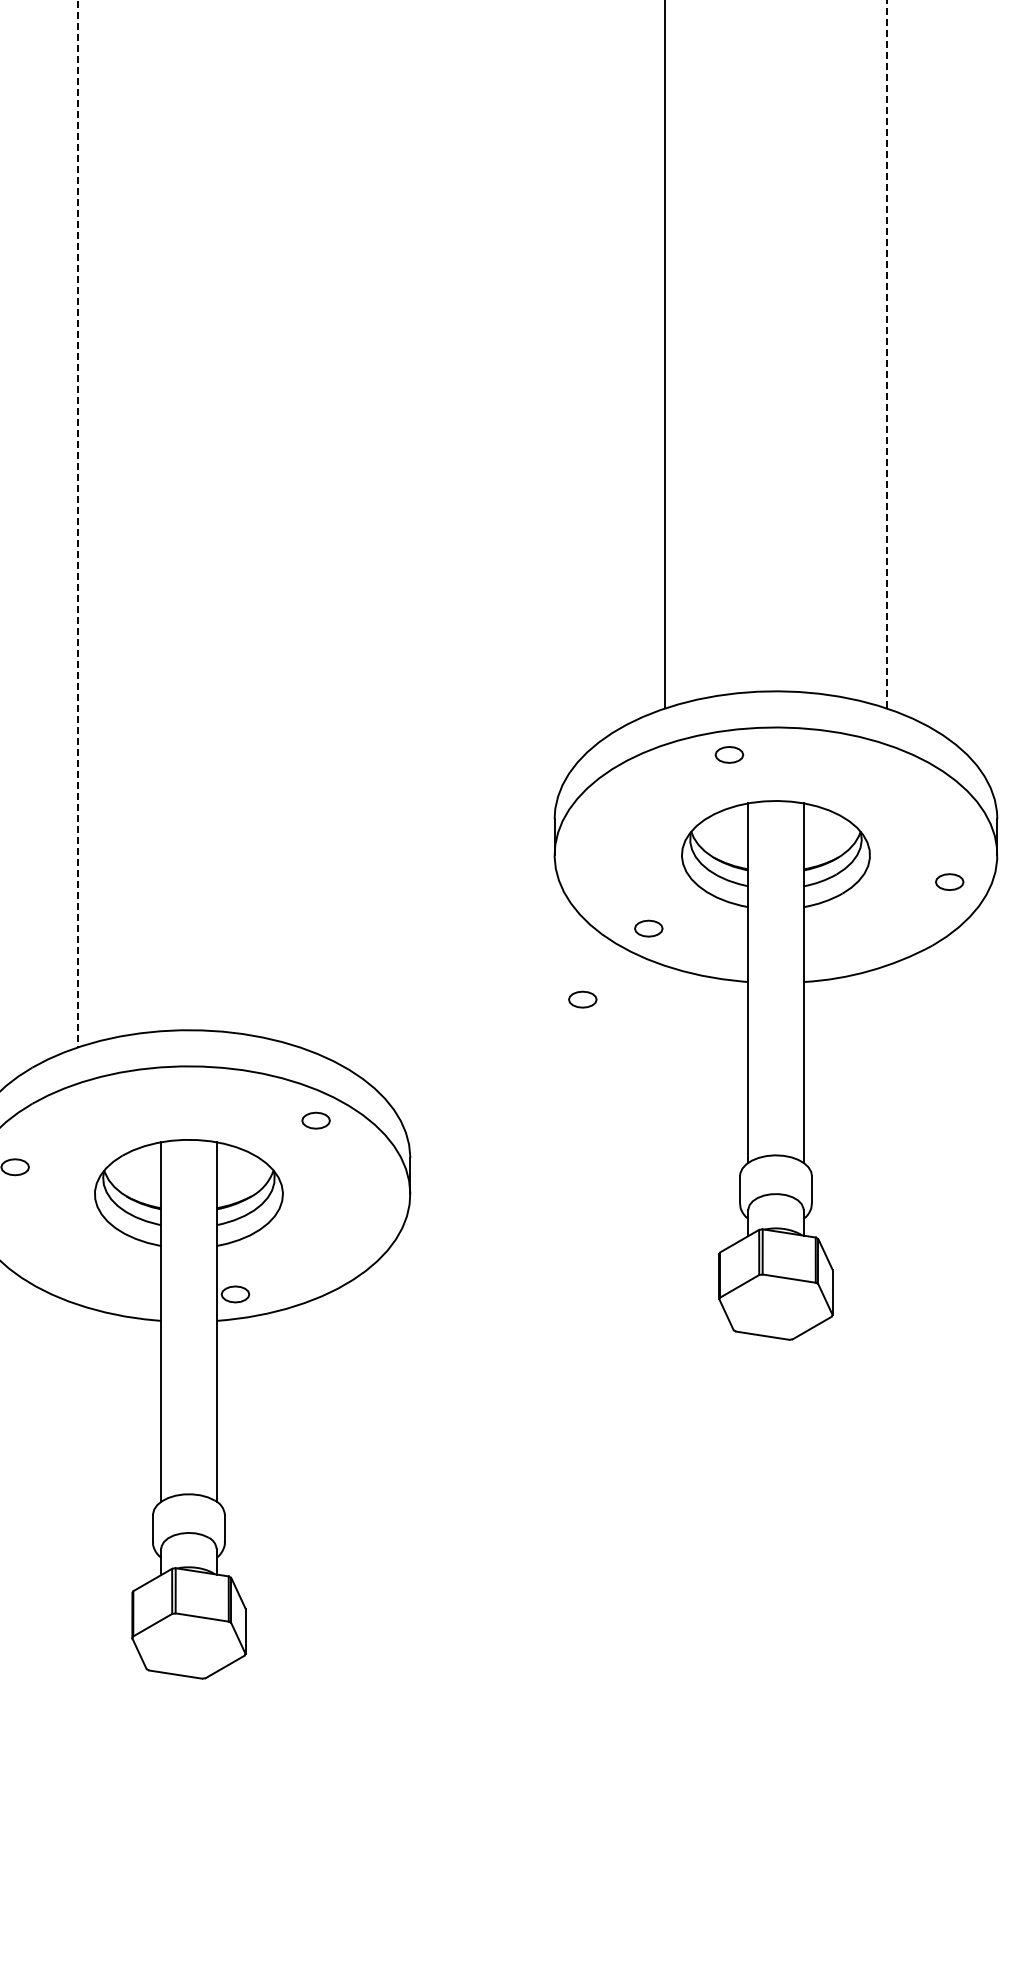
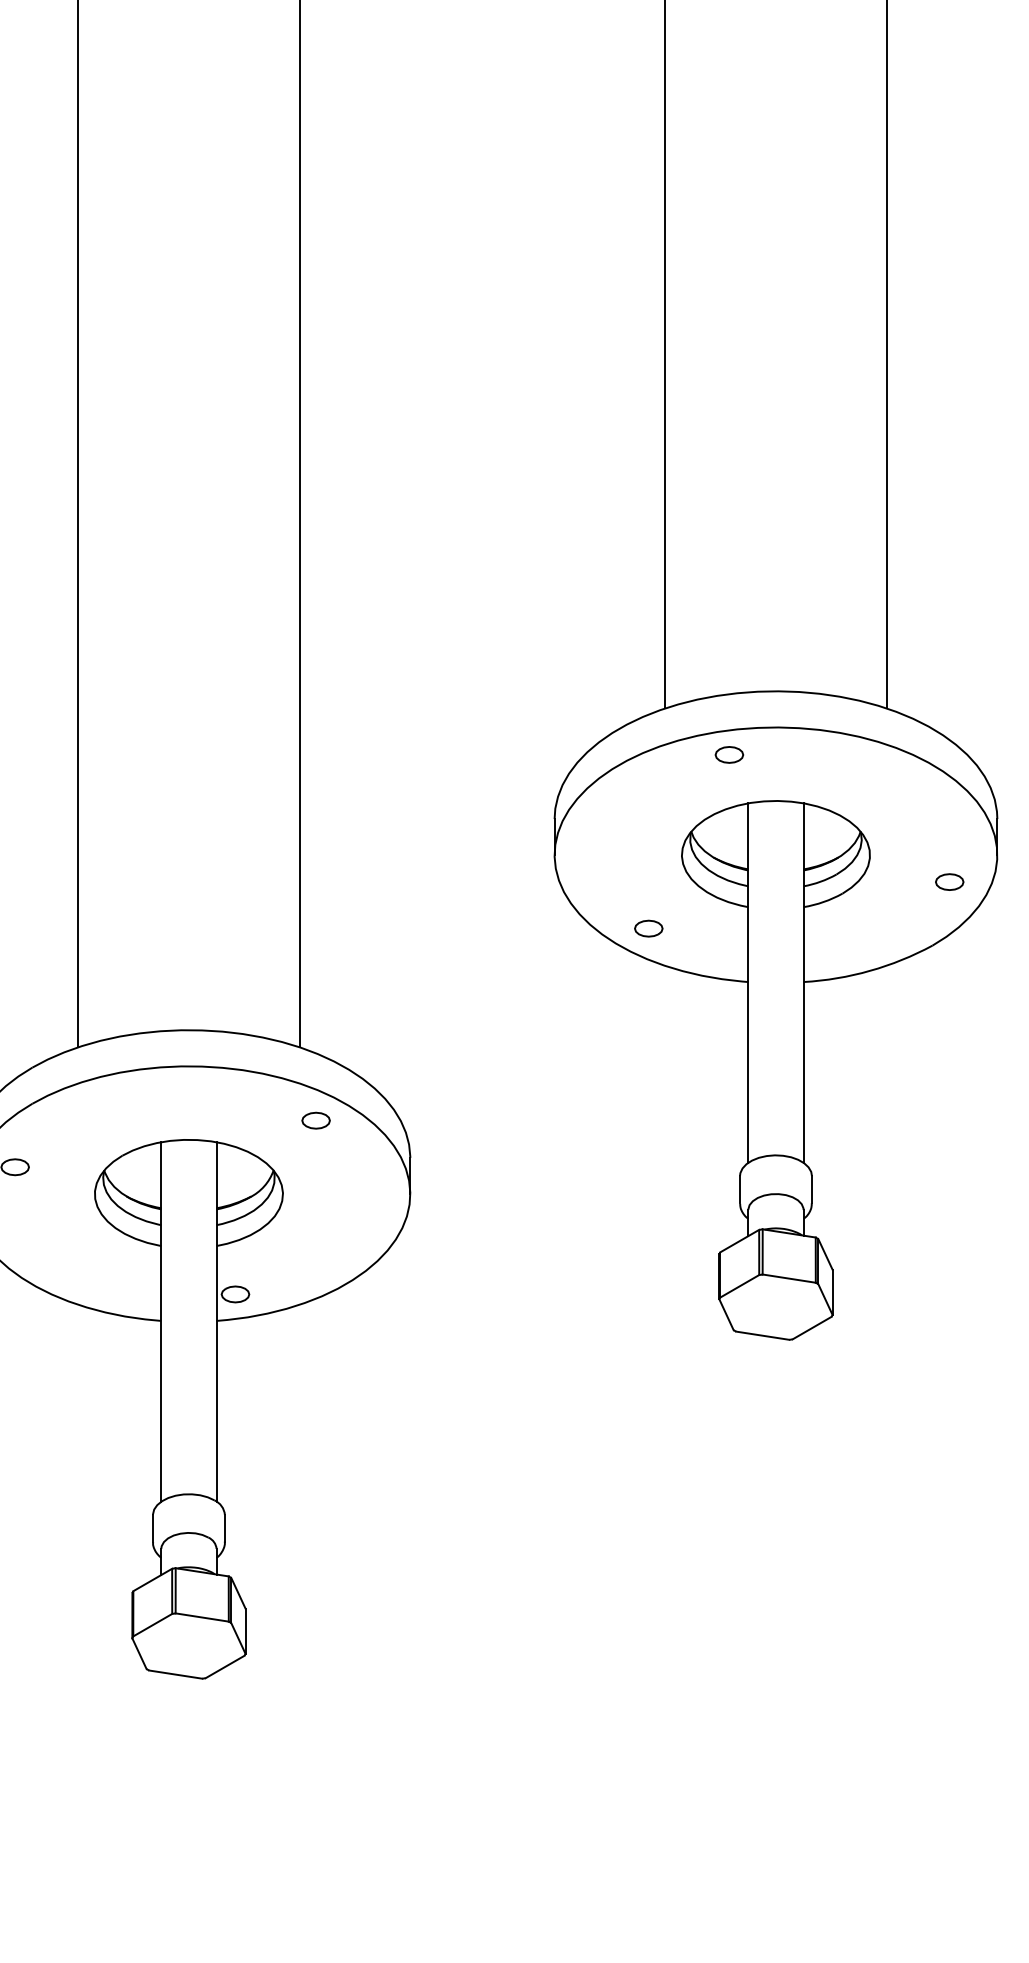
line at (886, 354): dashed -> solid
line at (78, 524): dashed -> solid
line at (299, 524): none -> present
part at (582, 999): present -> none
